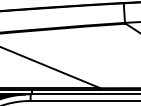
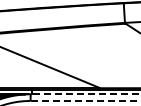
line at (82, 94): solid -> dashed
line at (85, 100): solid -> dashed
